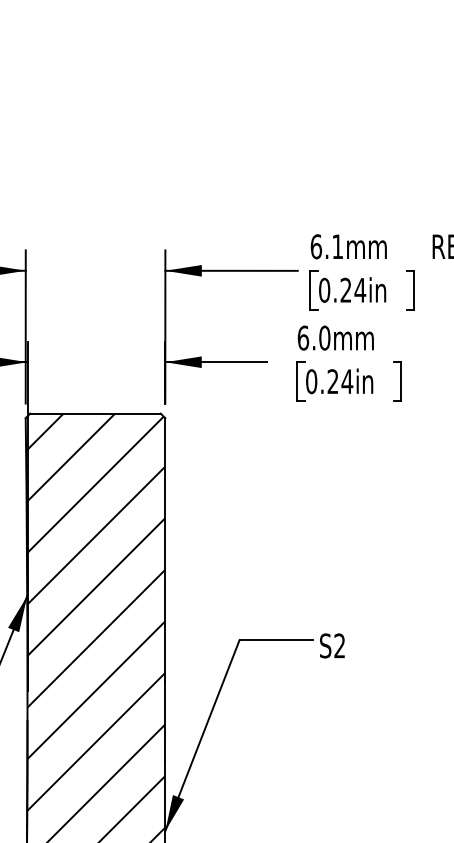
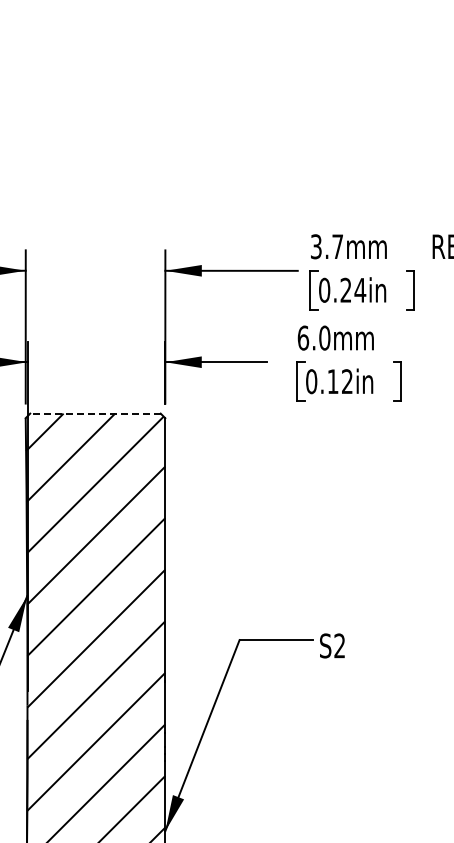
text at (326, 246): 6.1mm -> 3.7mm
text at (340, 381): 0.24in -> 0.12in
line at (94, 413): solid -> dashed
